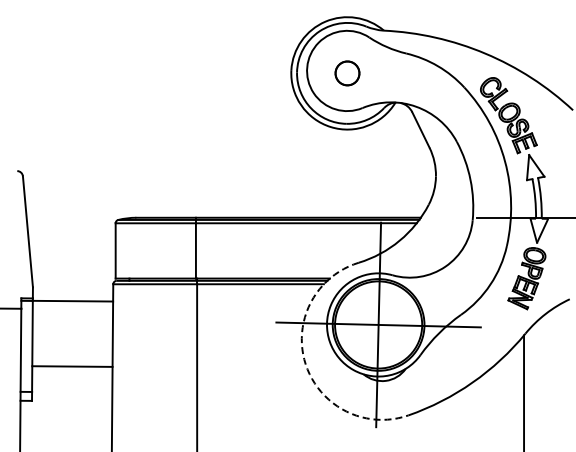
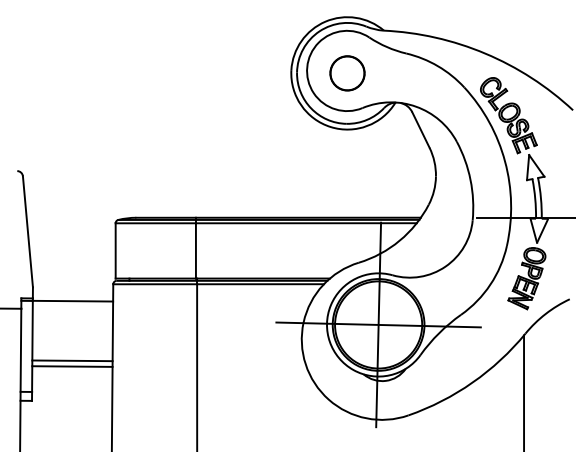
part at (347, 73) size: 27x27 px -> 37x37 px
line at (72, 360): none -> present
arc at (305, 364): dashed -> solid
